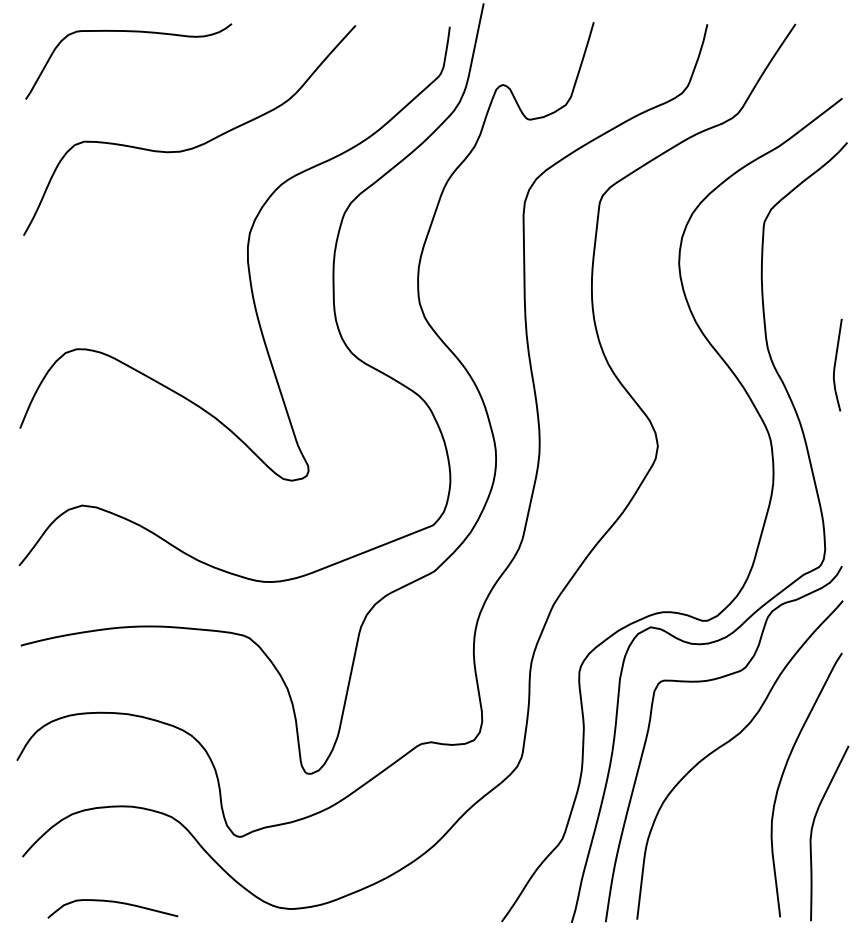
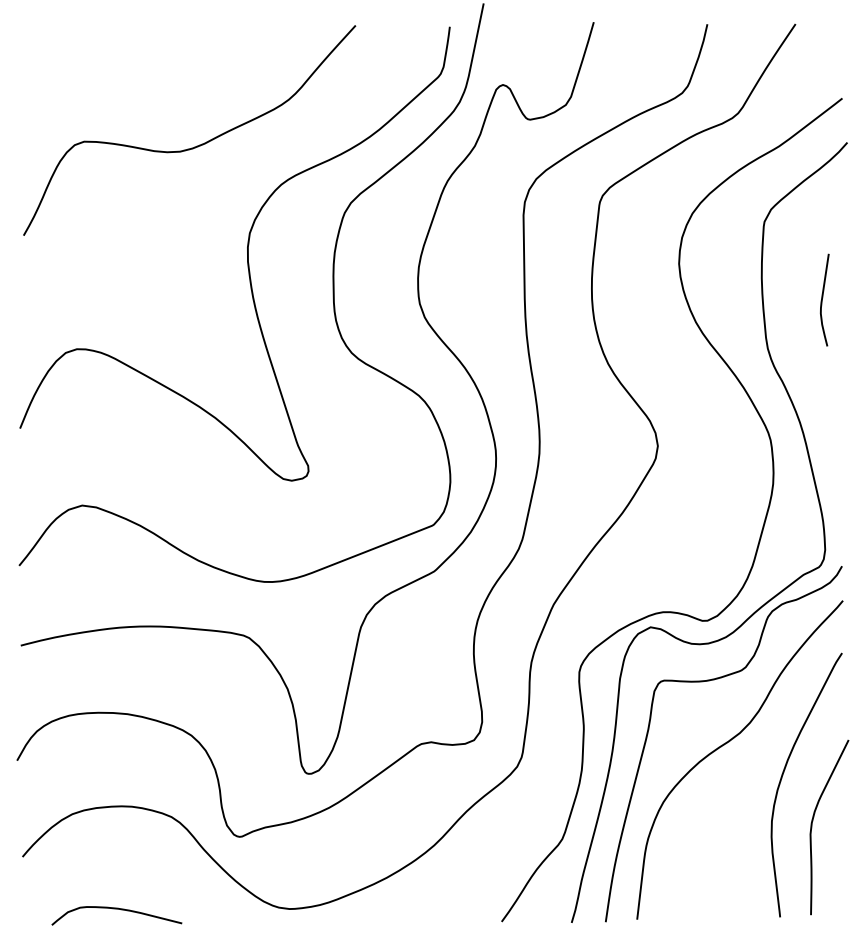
curve at (128, 32): present -> none
curve at (835, 364) position: (835, 364) -> (822, 299)
curve at (812, 833) position: (812, 833) -> (812, 827)
curve at (112, 902) position: (112, 902) -> (116, 909)
